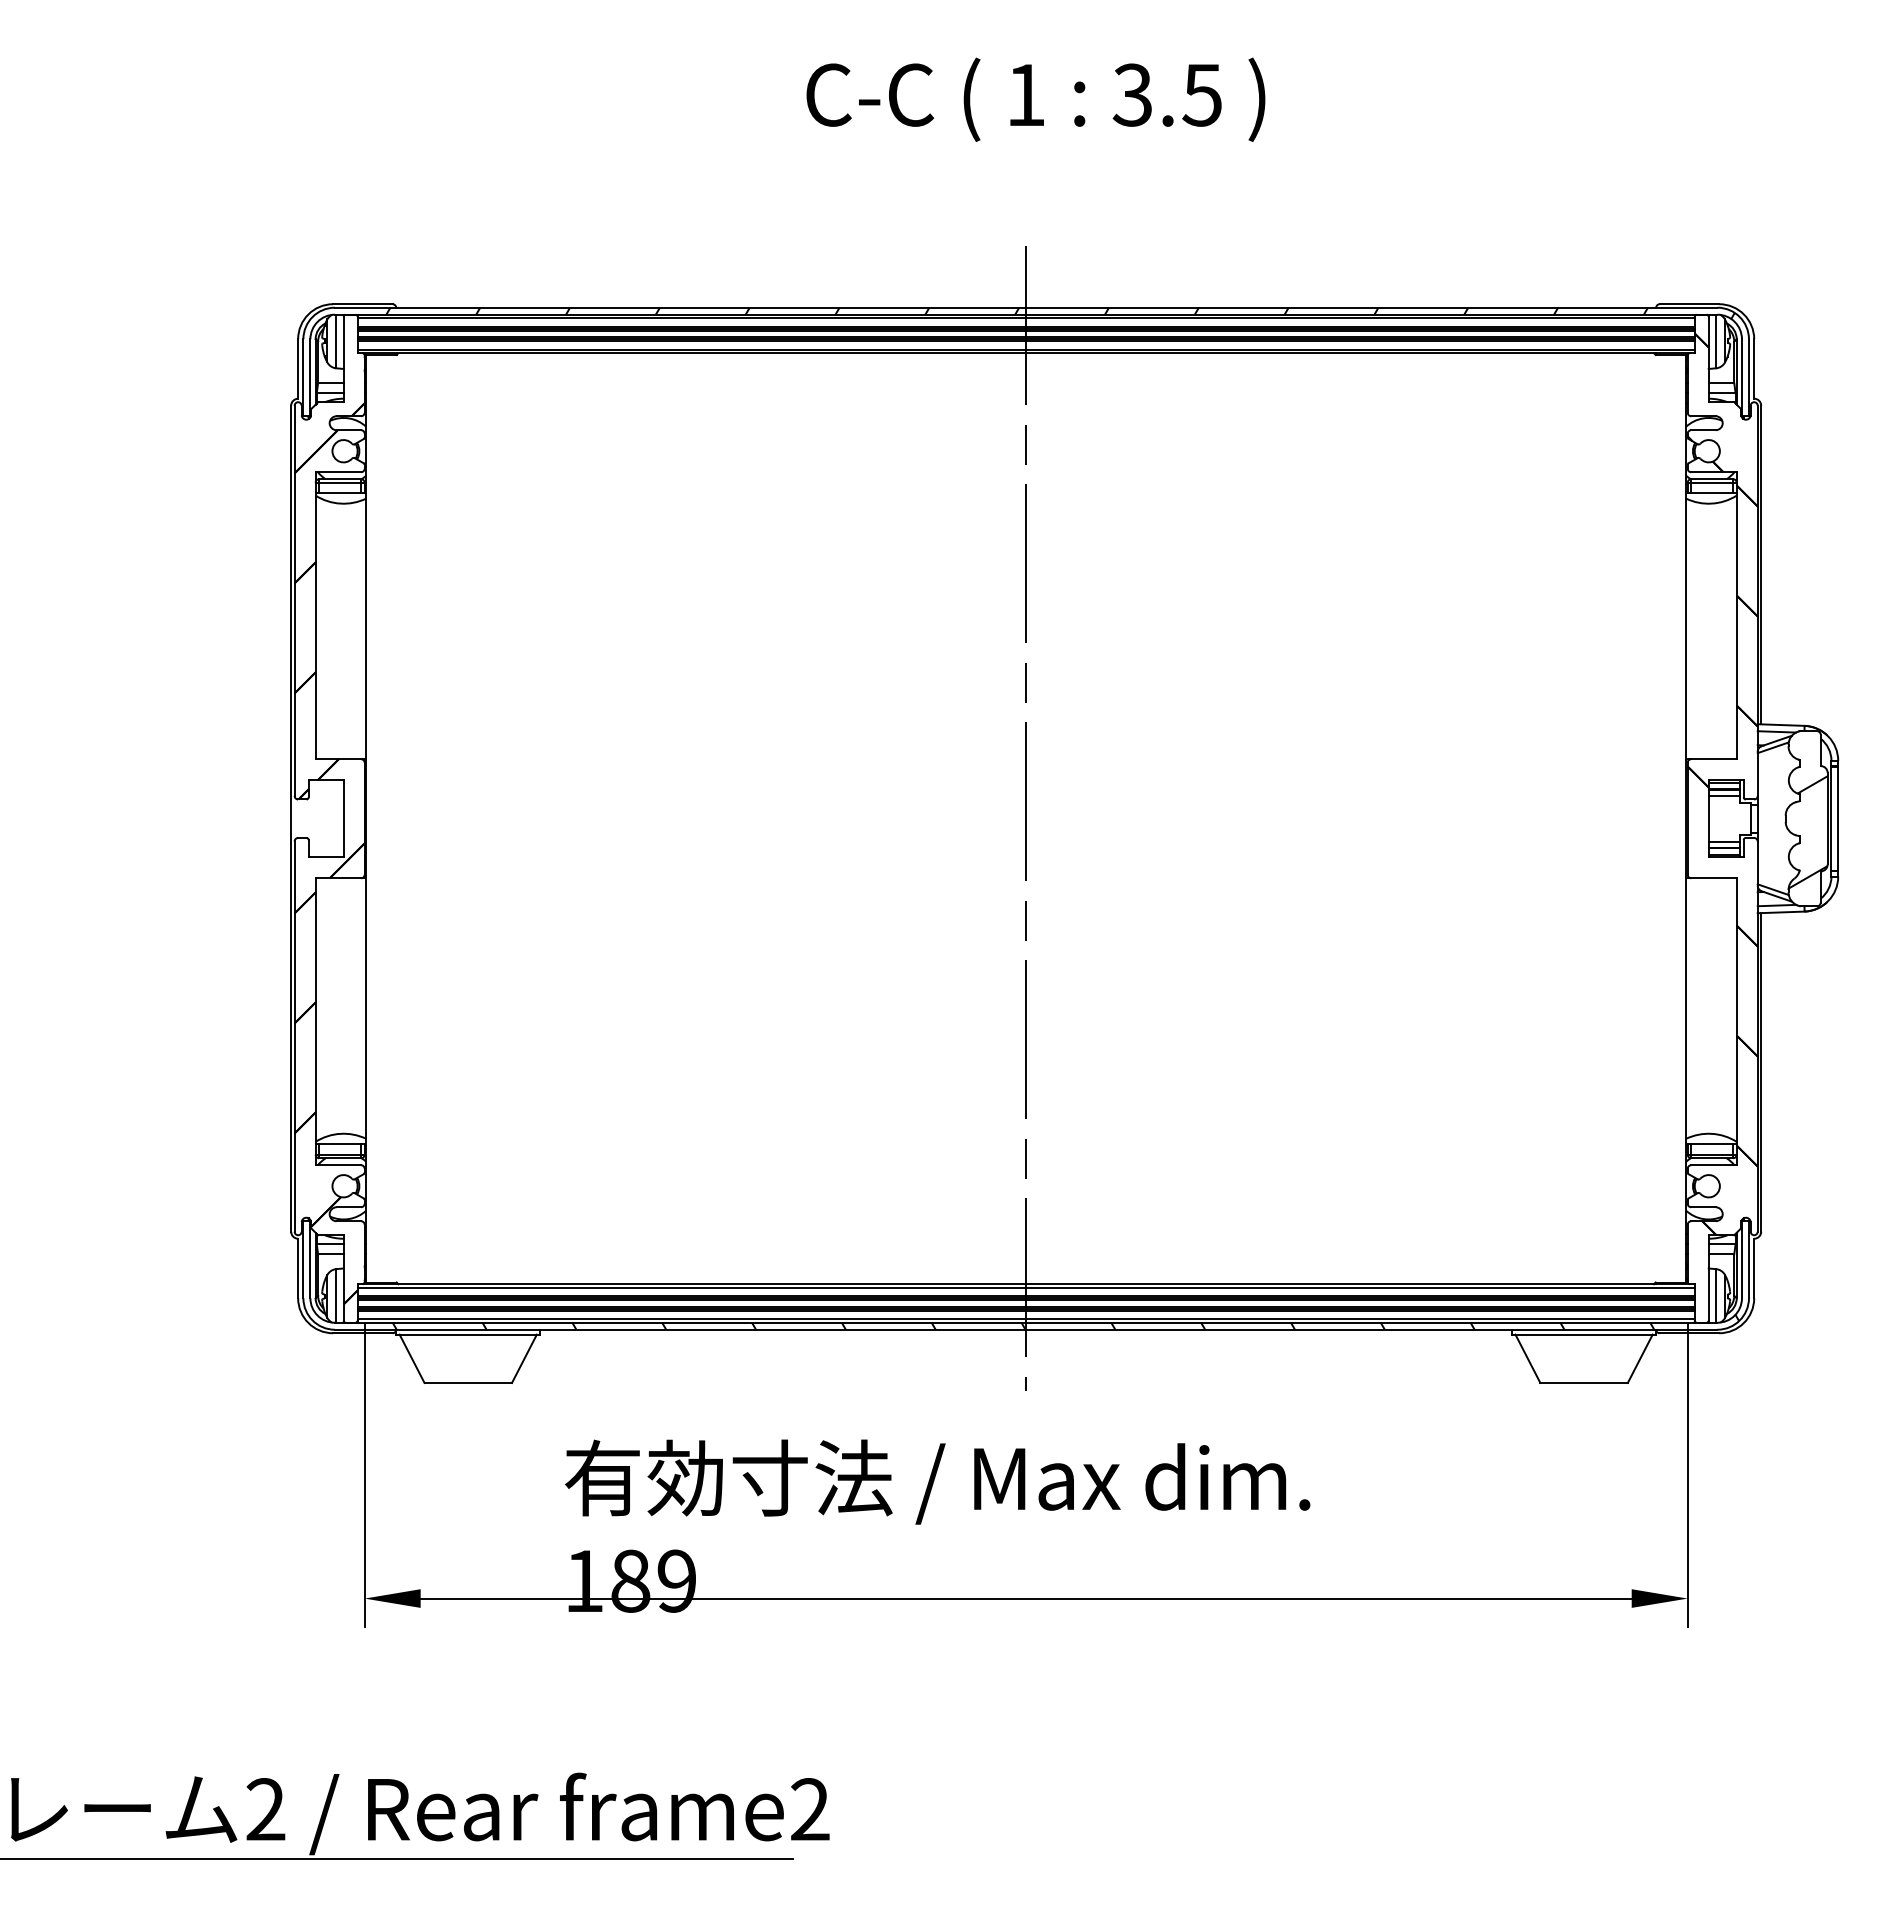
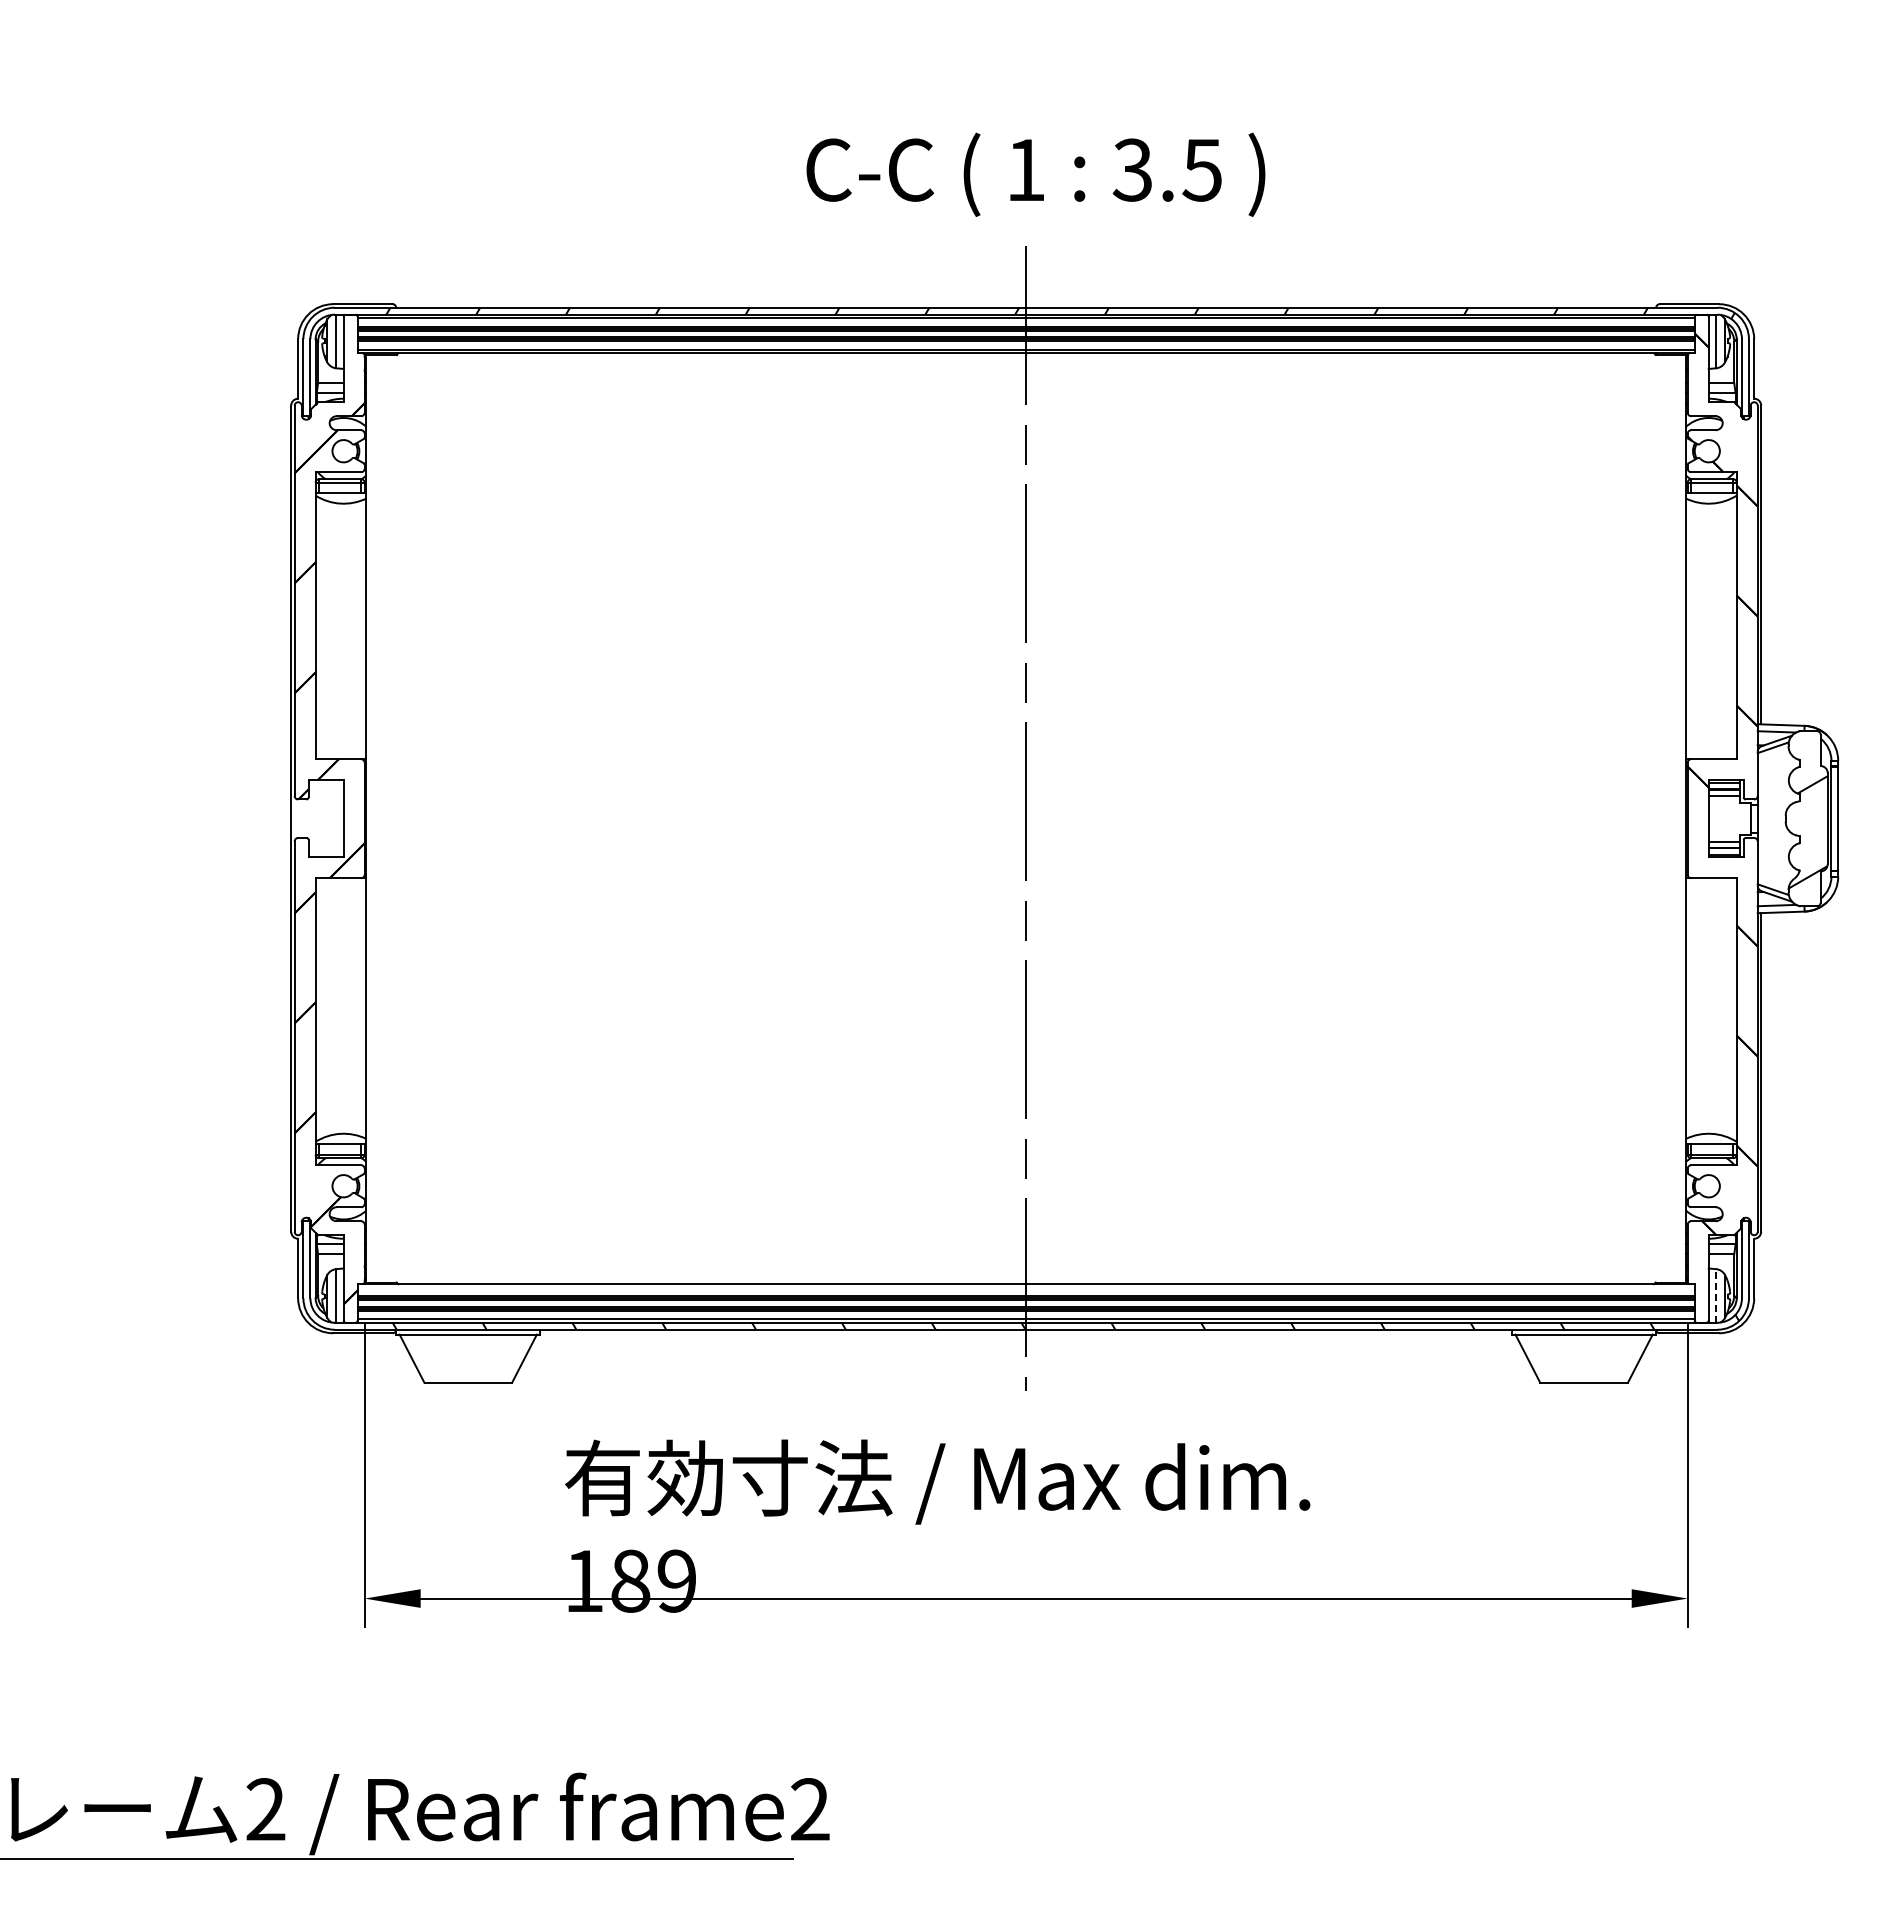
text at (1035, 99) position: (1035, 99) -> (1035, 174)
line at (1025, 1287): present -> none
line at (1716, 1295): solid -> dashed
